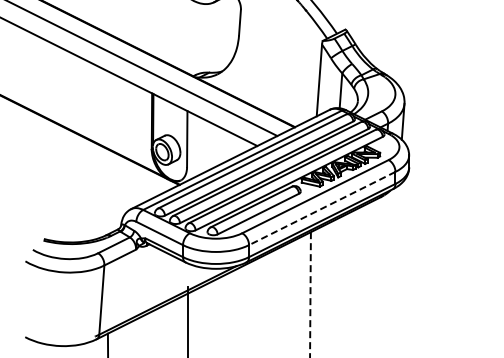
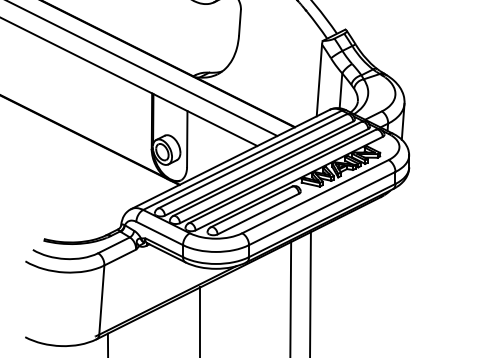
line at (322, 208): dashed -> solid
line at (310, 295): dashed -> solid
line at (290, 298): none -> present
line at (188, 320) position: (188, 320) -> (200, 320)
